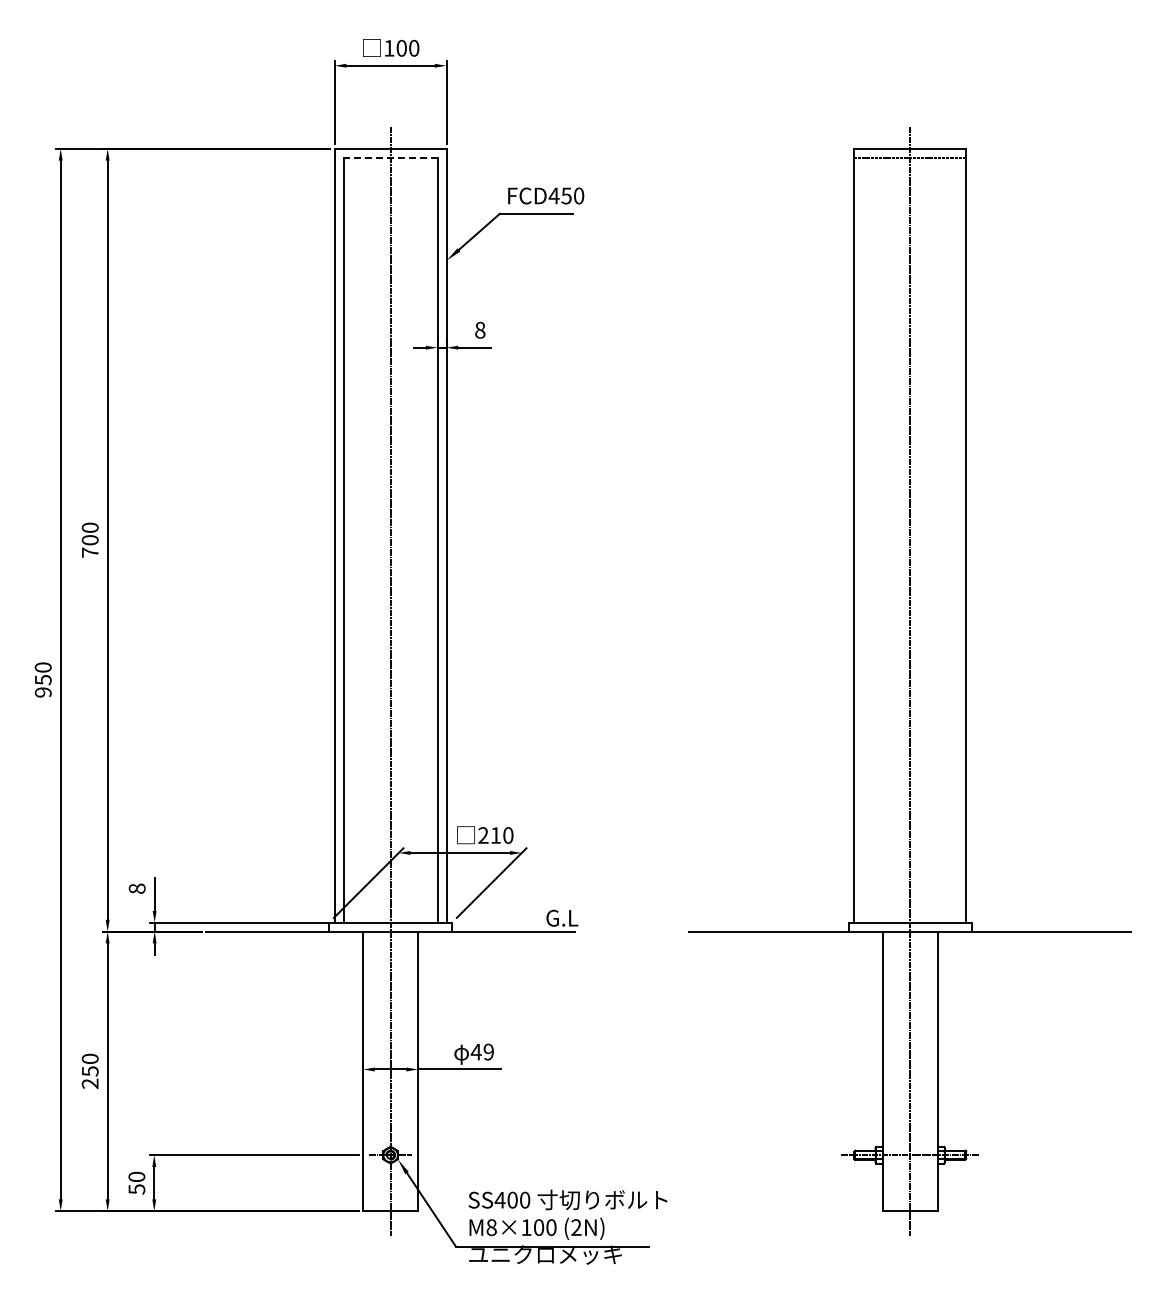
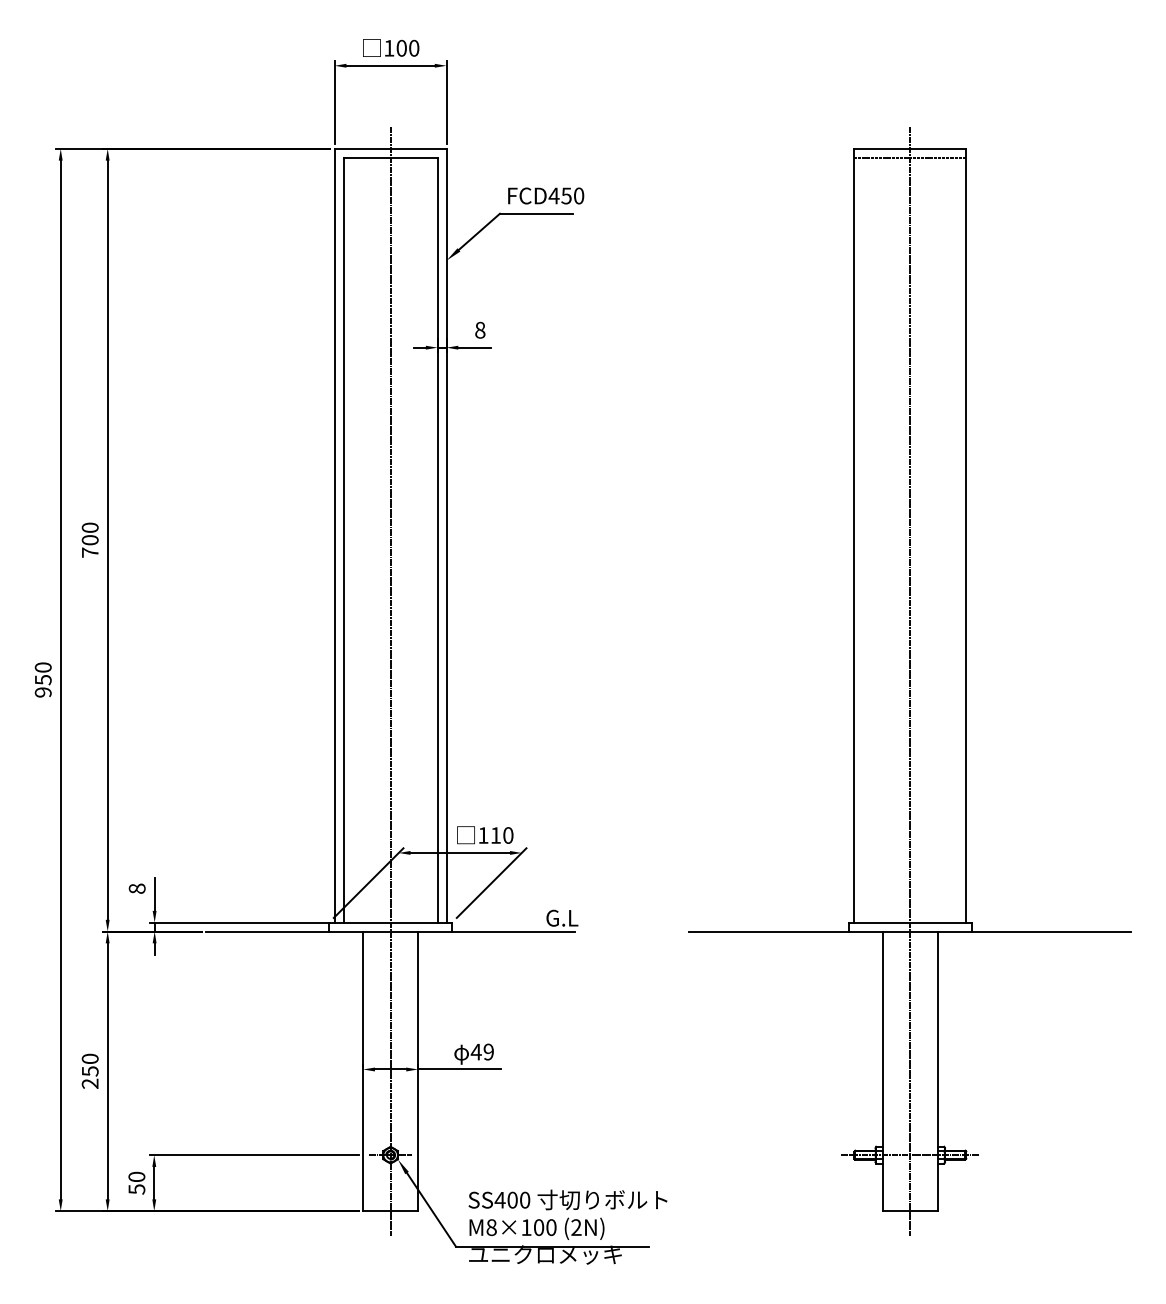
line at (390, 157): dashed -> solid
text at (483, 835): 210 -> 110
